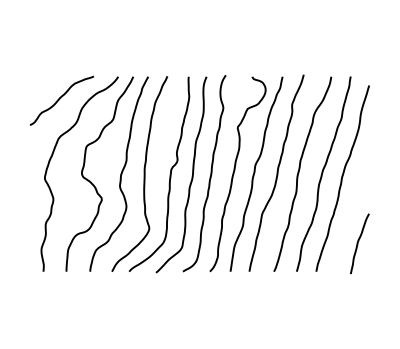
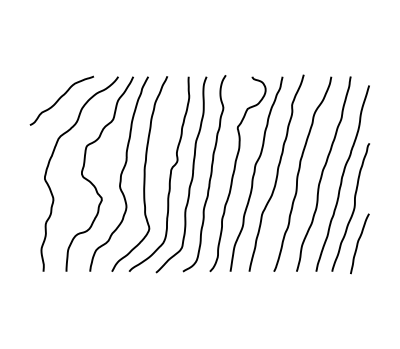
curve at (353, 207): none -> present
